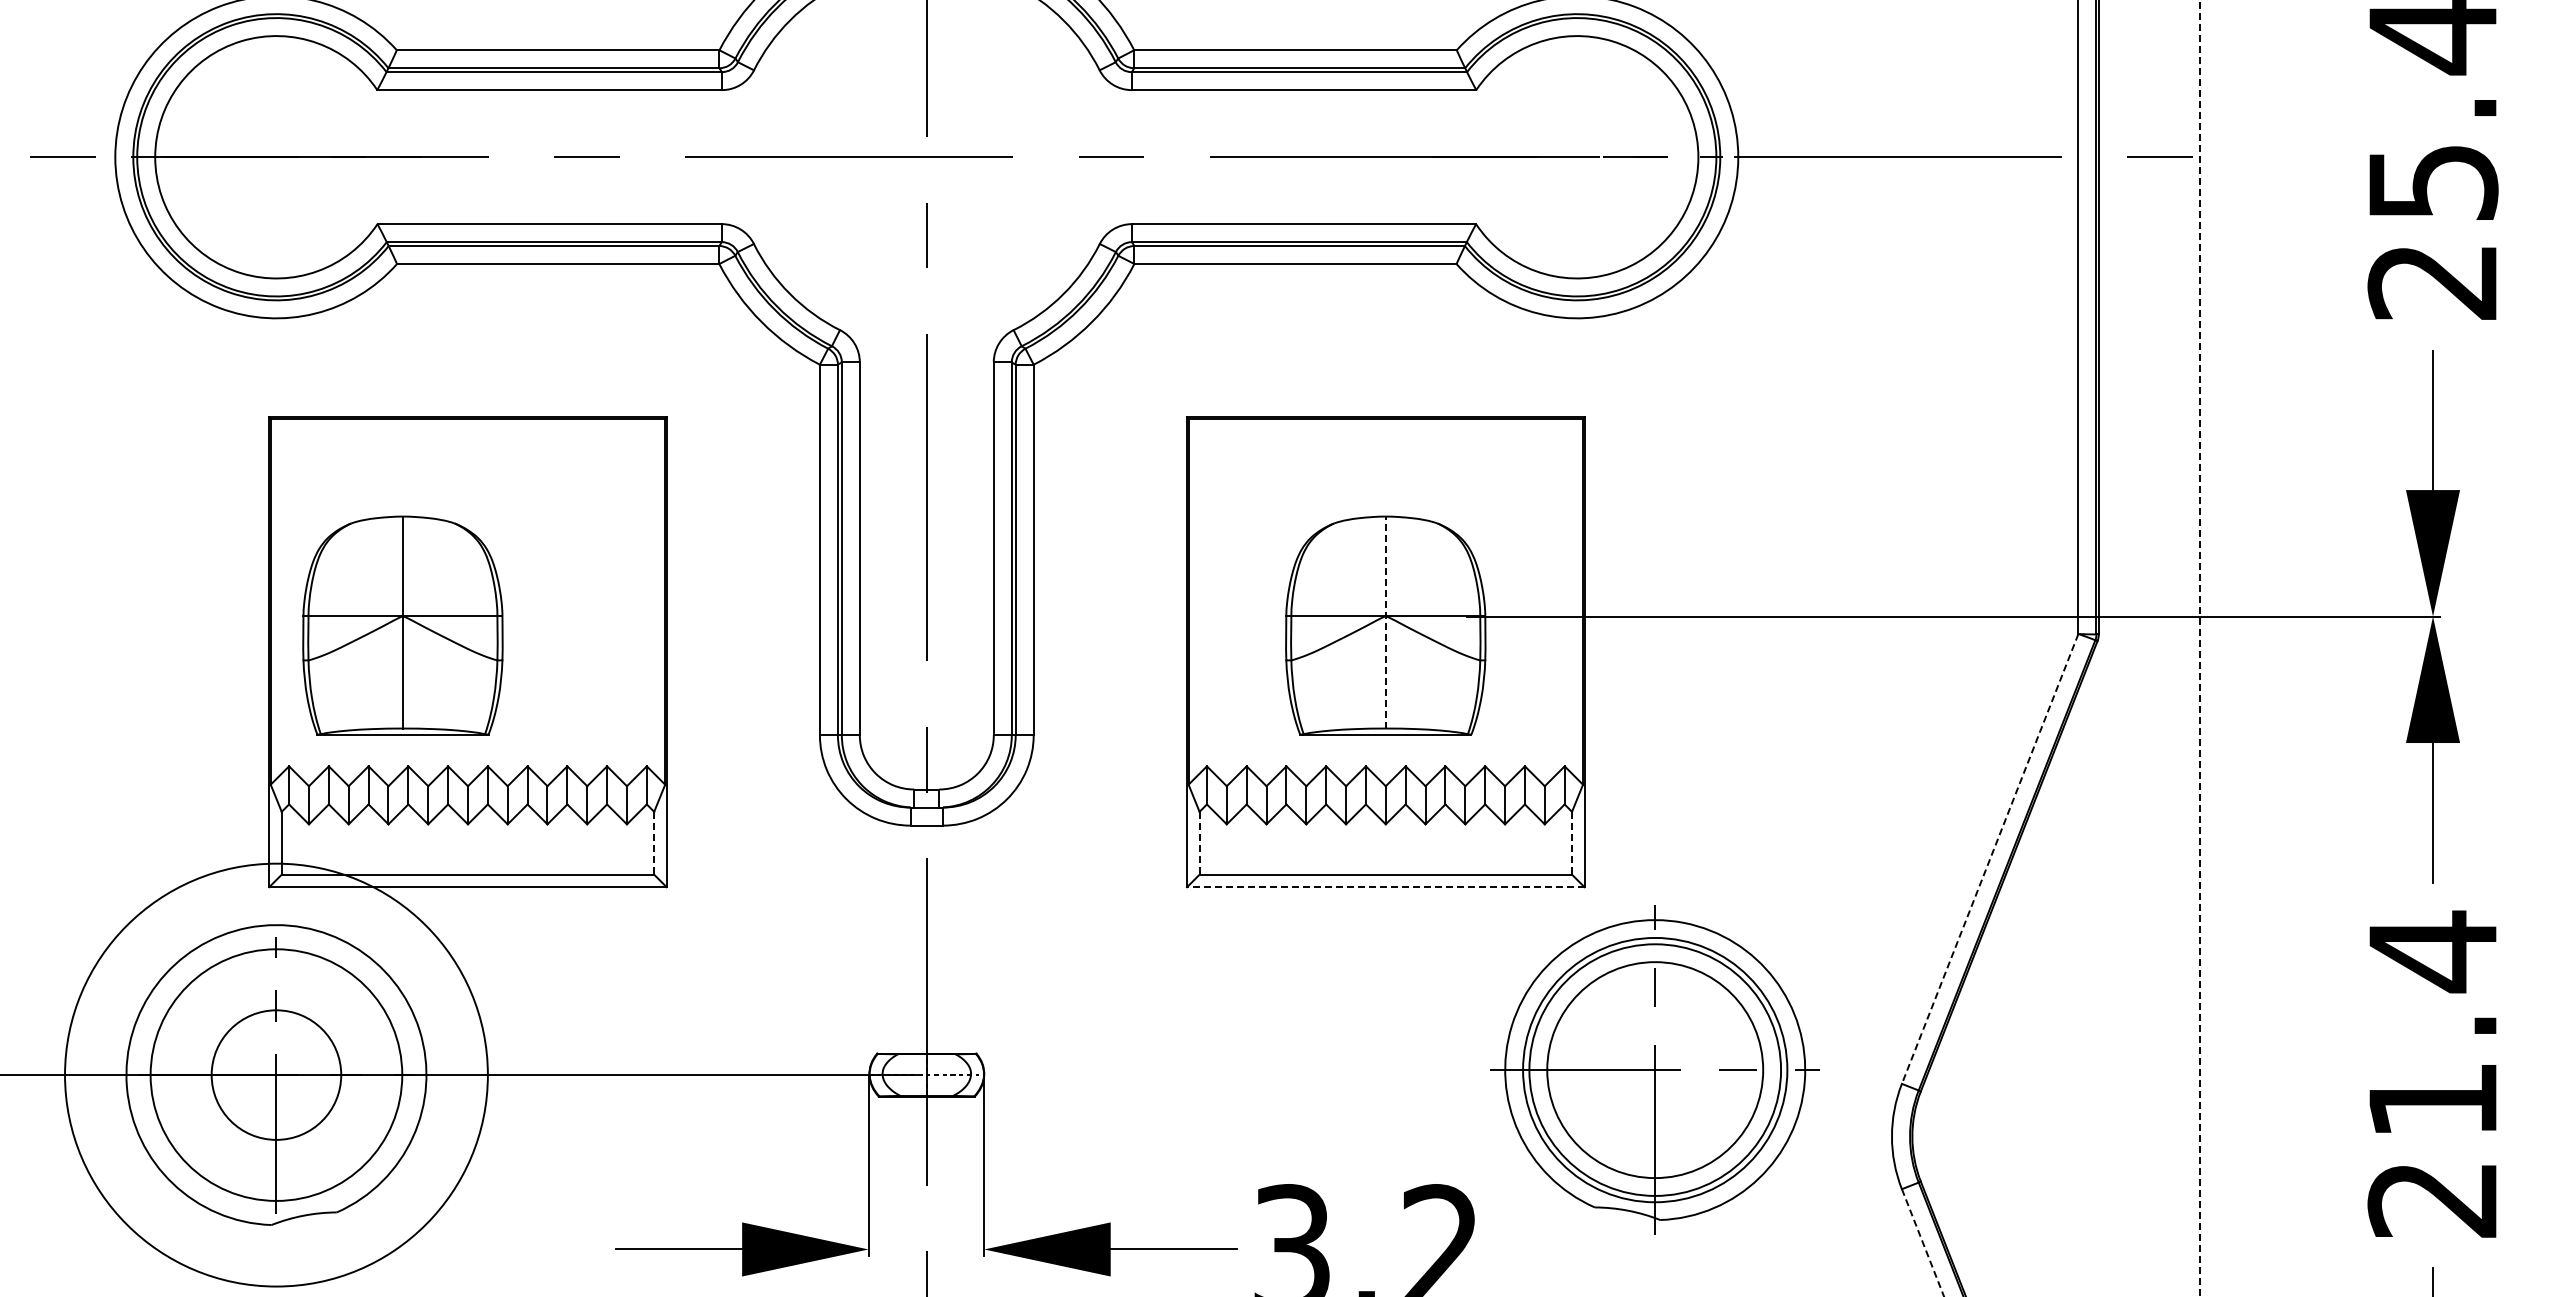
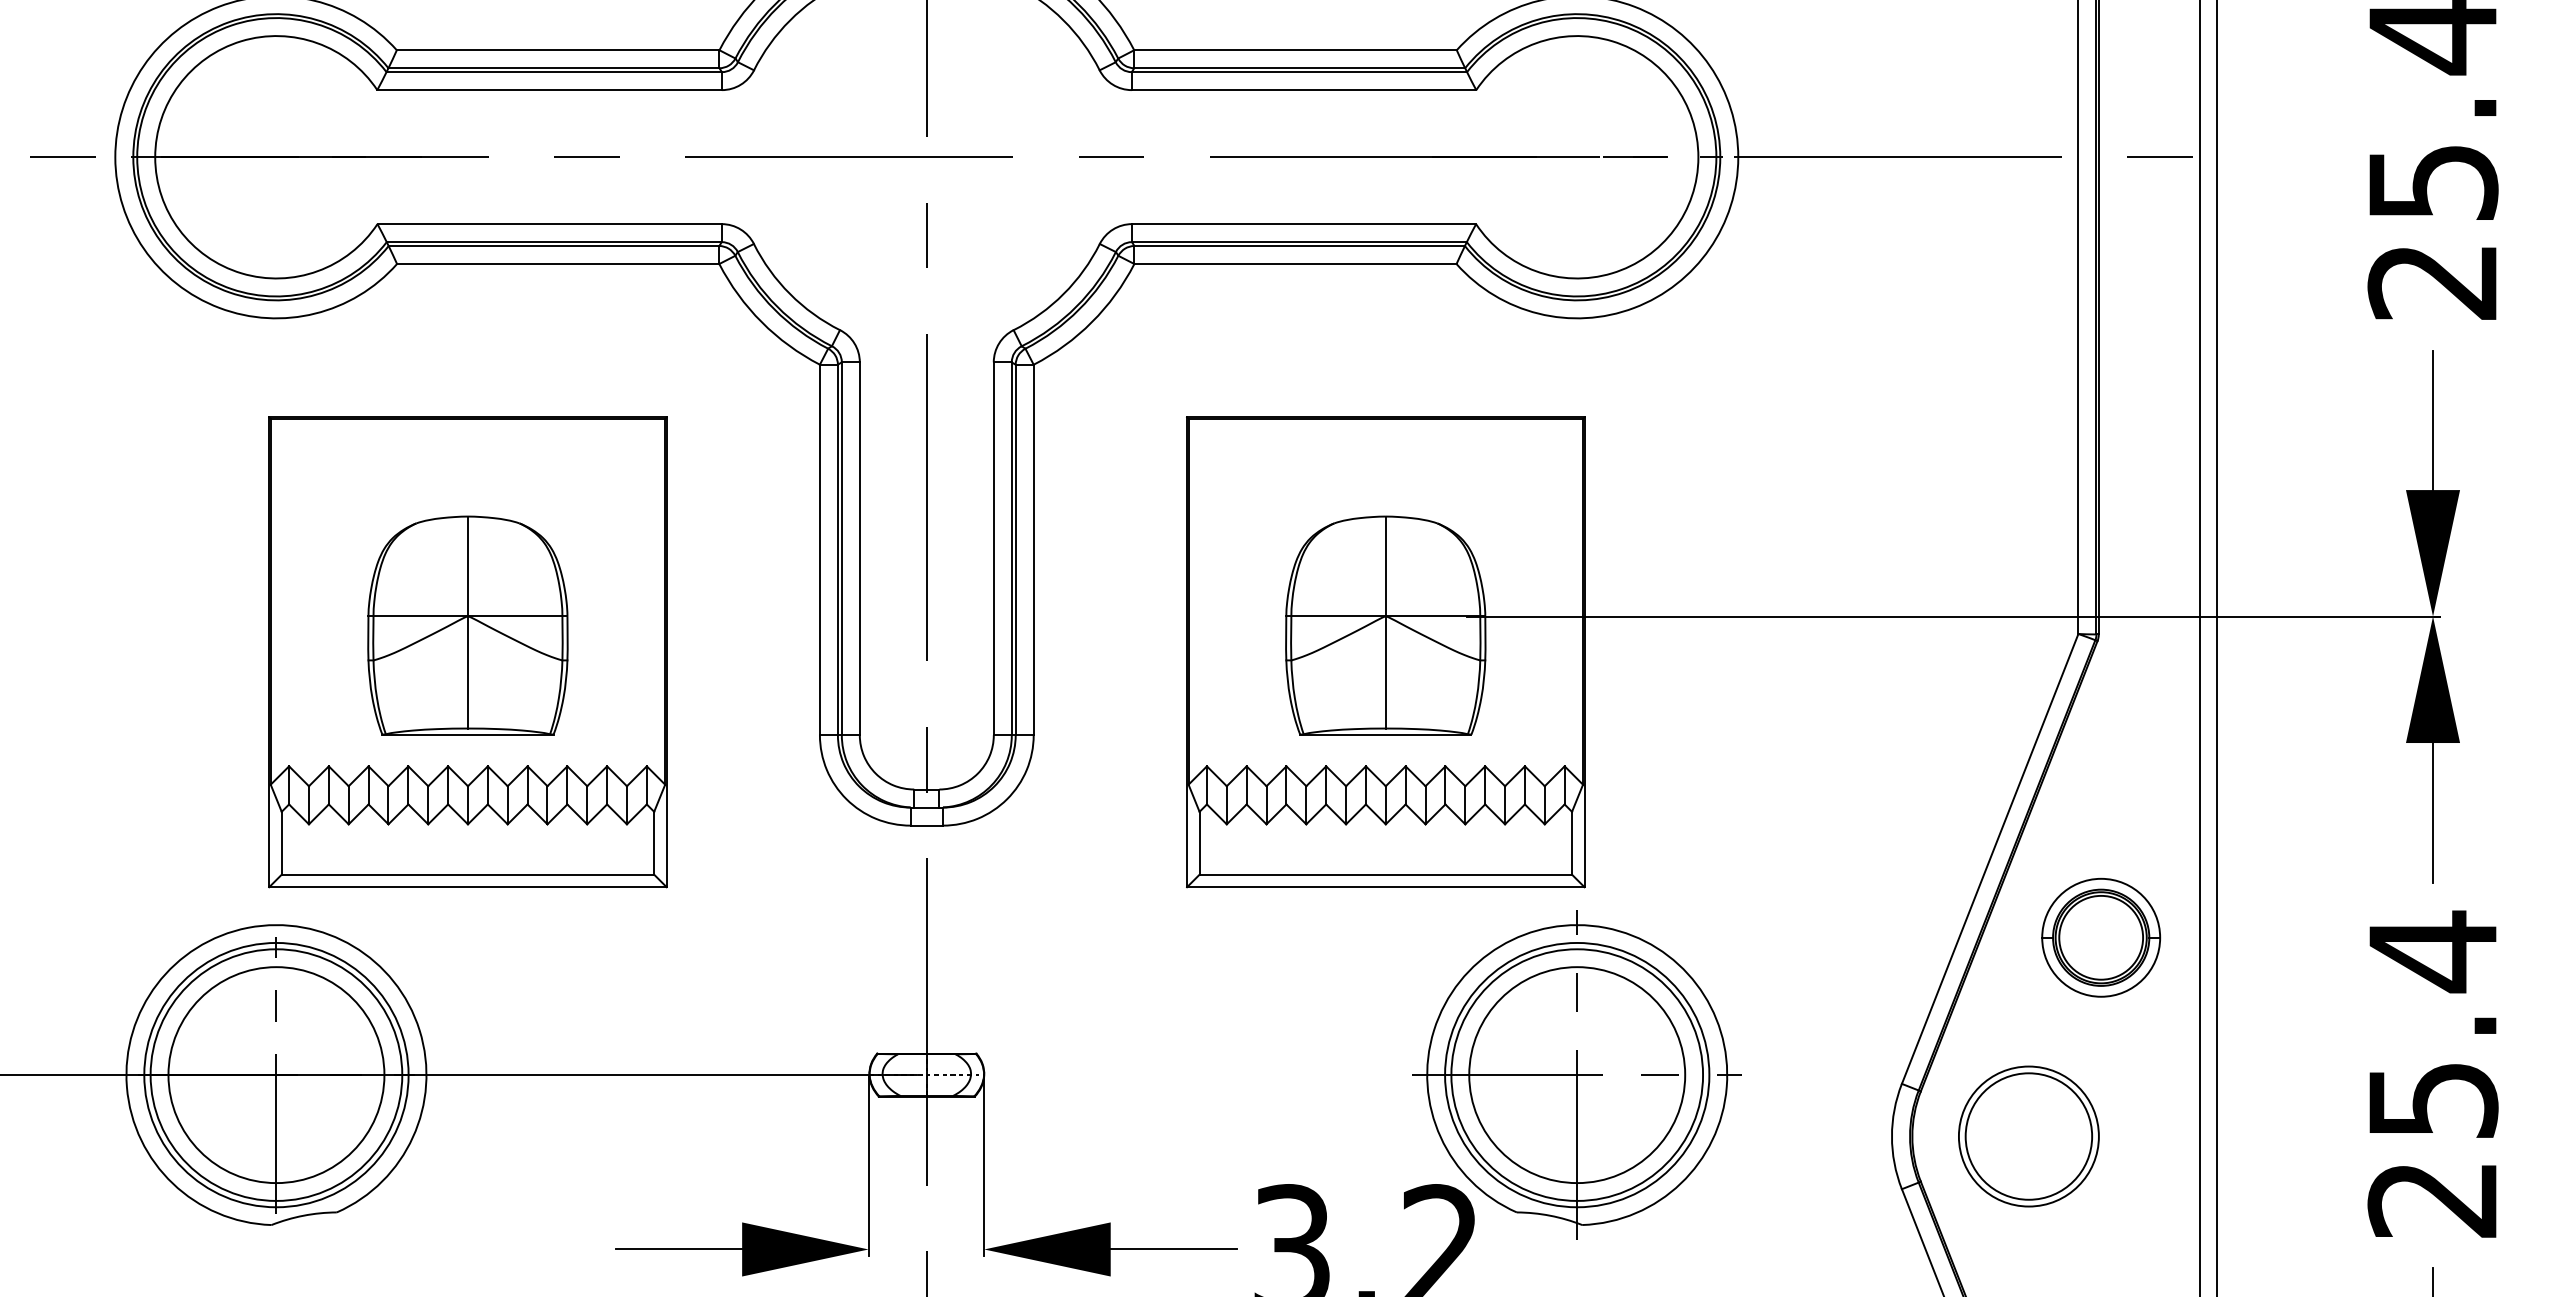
line at (1385, 622): dashed -> solid
part at (402, 625) position: (402, 625) -> (467, 625)
line at (2216, 647): none -> present
line at (2199, 648): dashed -> solid
line at (654, 843): dashed -> solid
line at (1199, 843): dashed -> solid
line at (1572, 843): dashed -> solid
line at (1990, 858): dashed -> solid
line at (1385, 887): dashed -> solid
part at (2101, 937): none -> present
part at (1654, 1069) position: (1654, 1069) -> (1576, 1074)
circle at (276, 1074) diameter: 130 px -> 216 px
circle at (276, 1074) diameter: 423 px -> 264 px
text at (2433, 1100): 21.4 -> 25.4
part at (2028, 1136): none -> present
line at (1923, 1243): dashed -> solid
